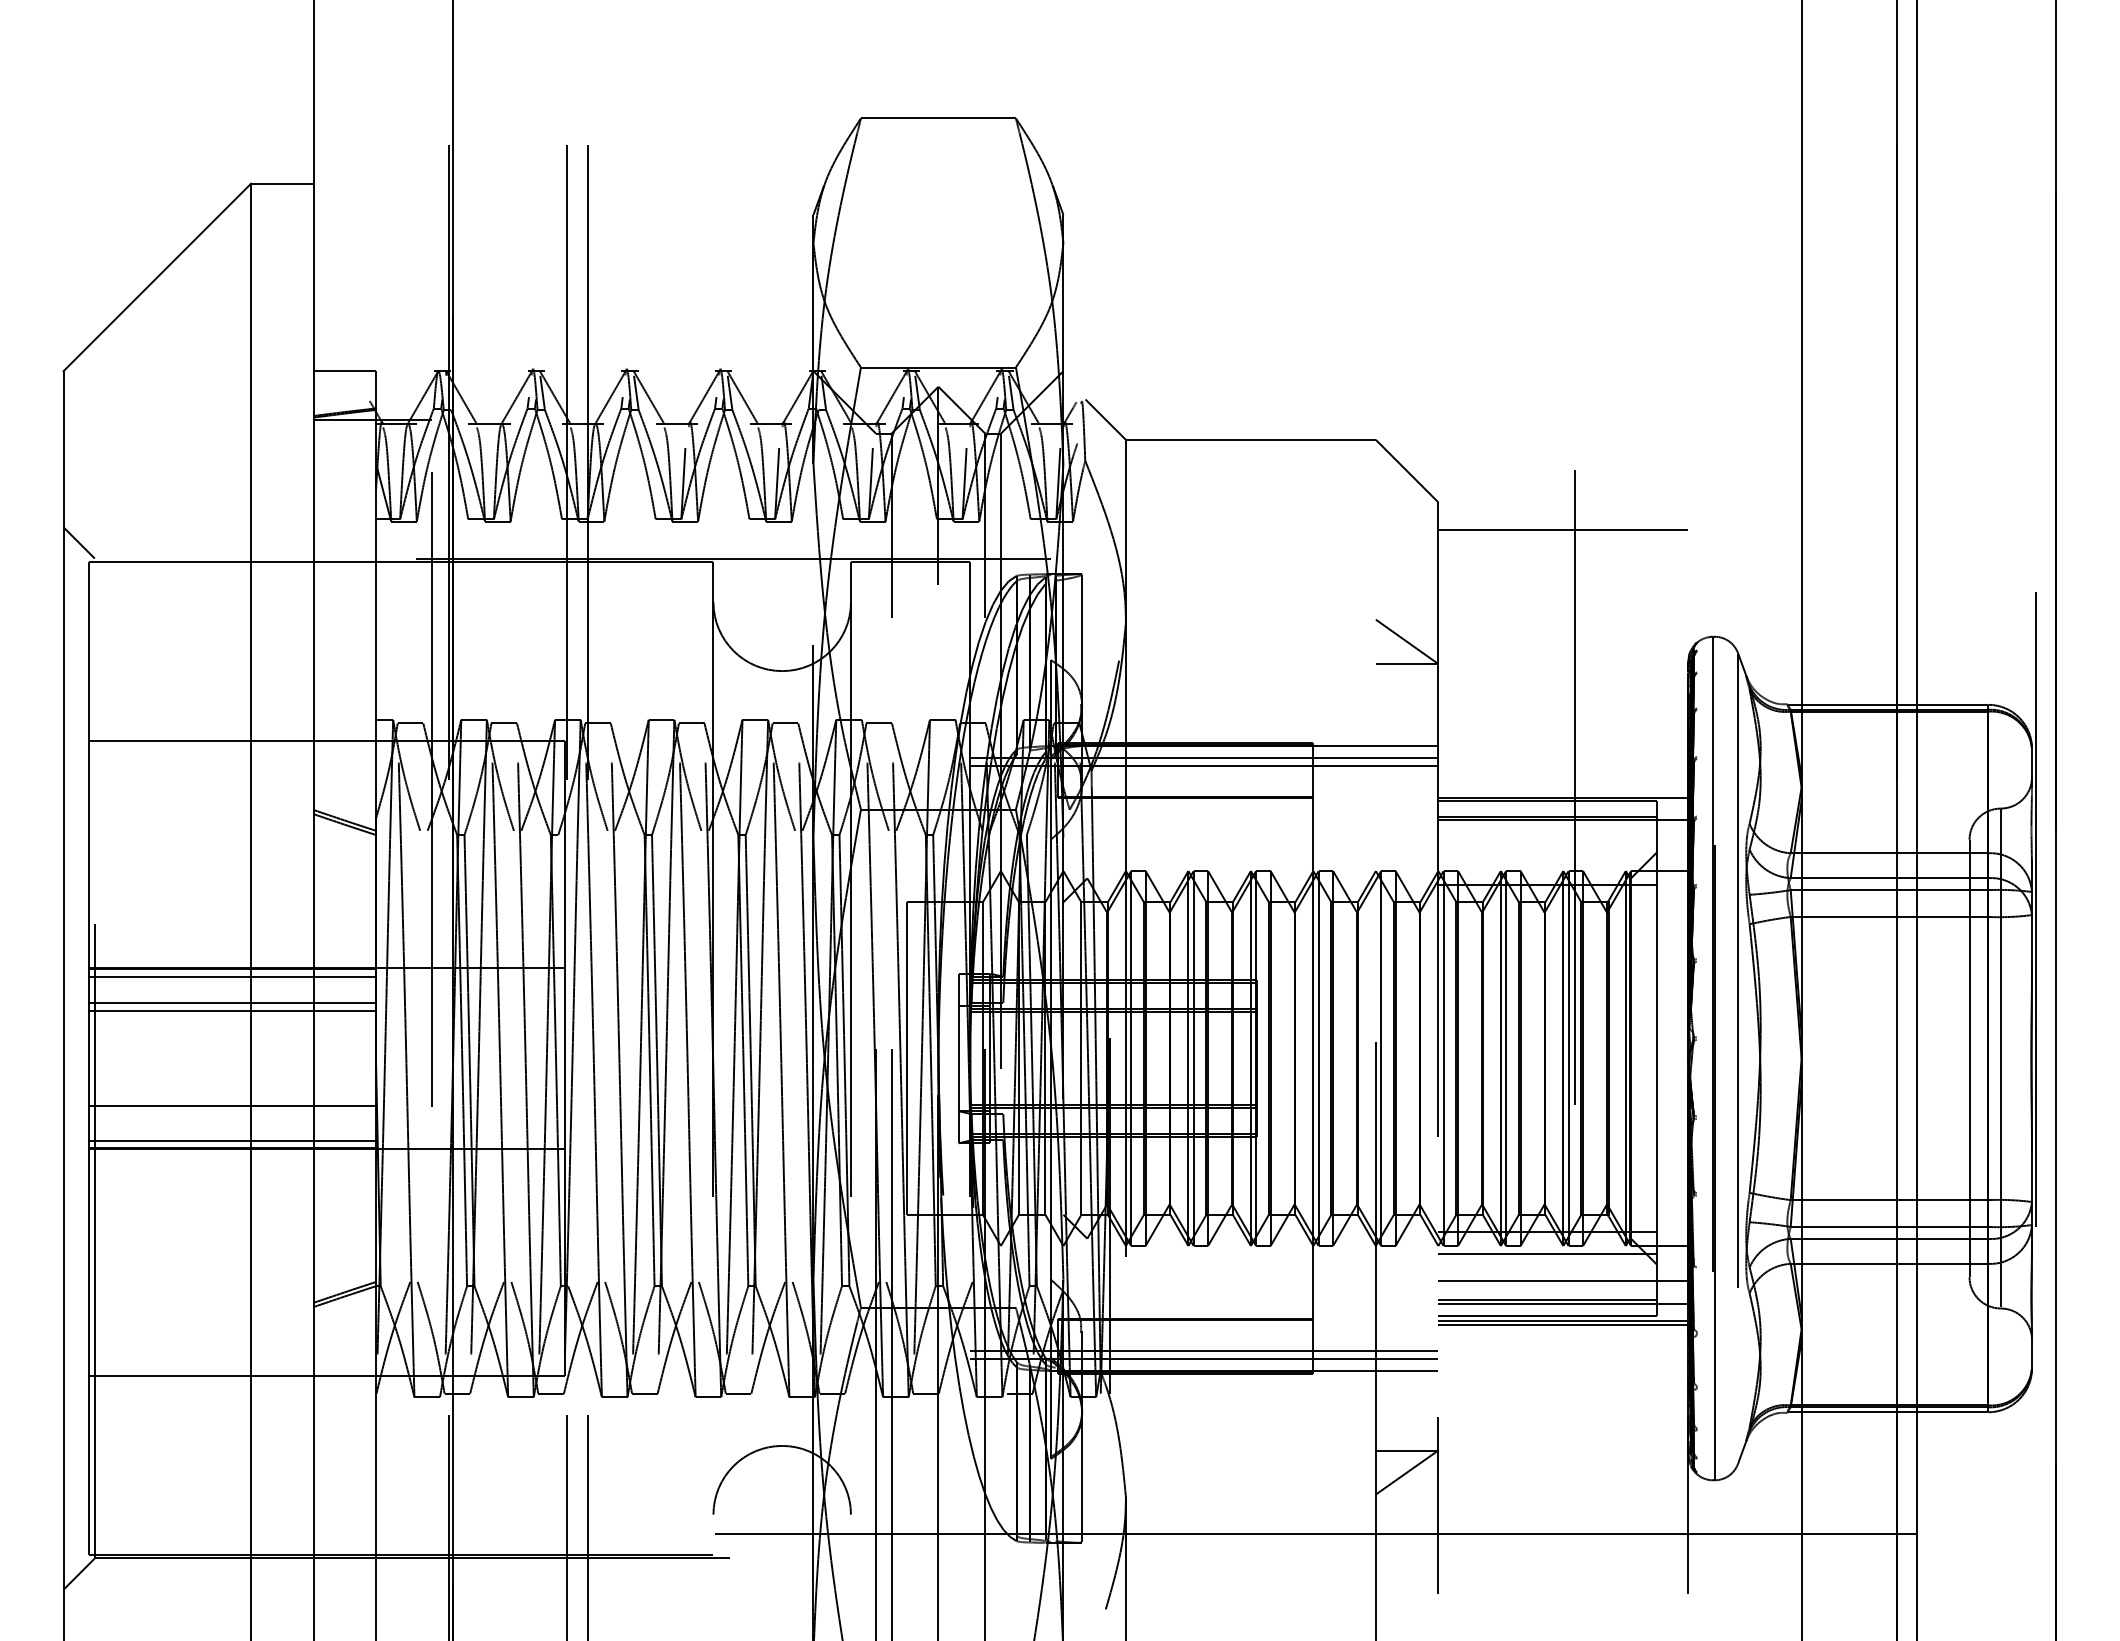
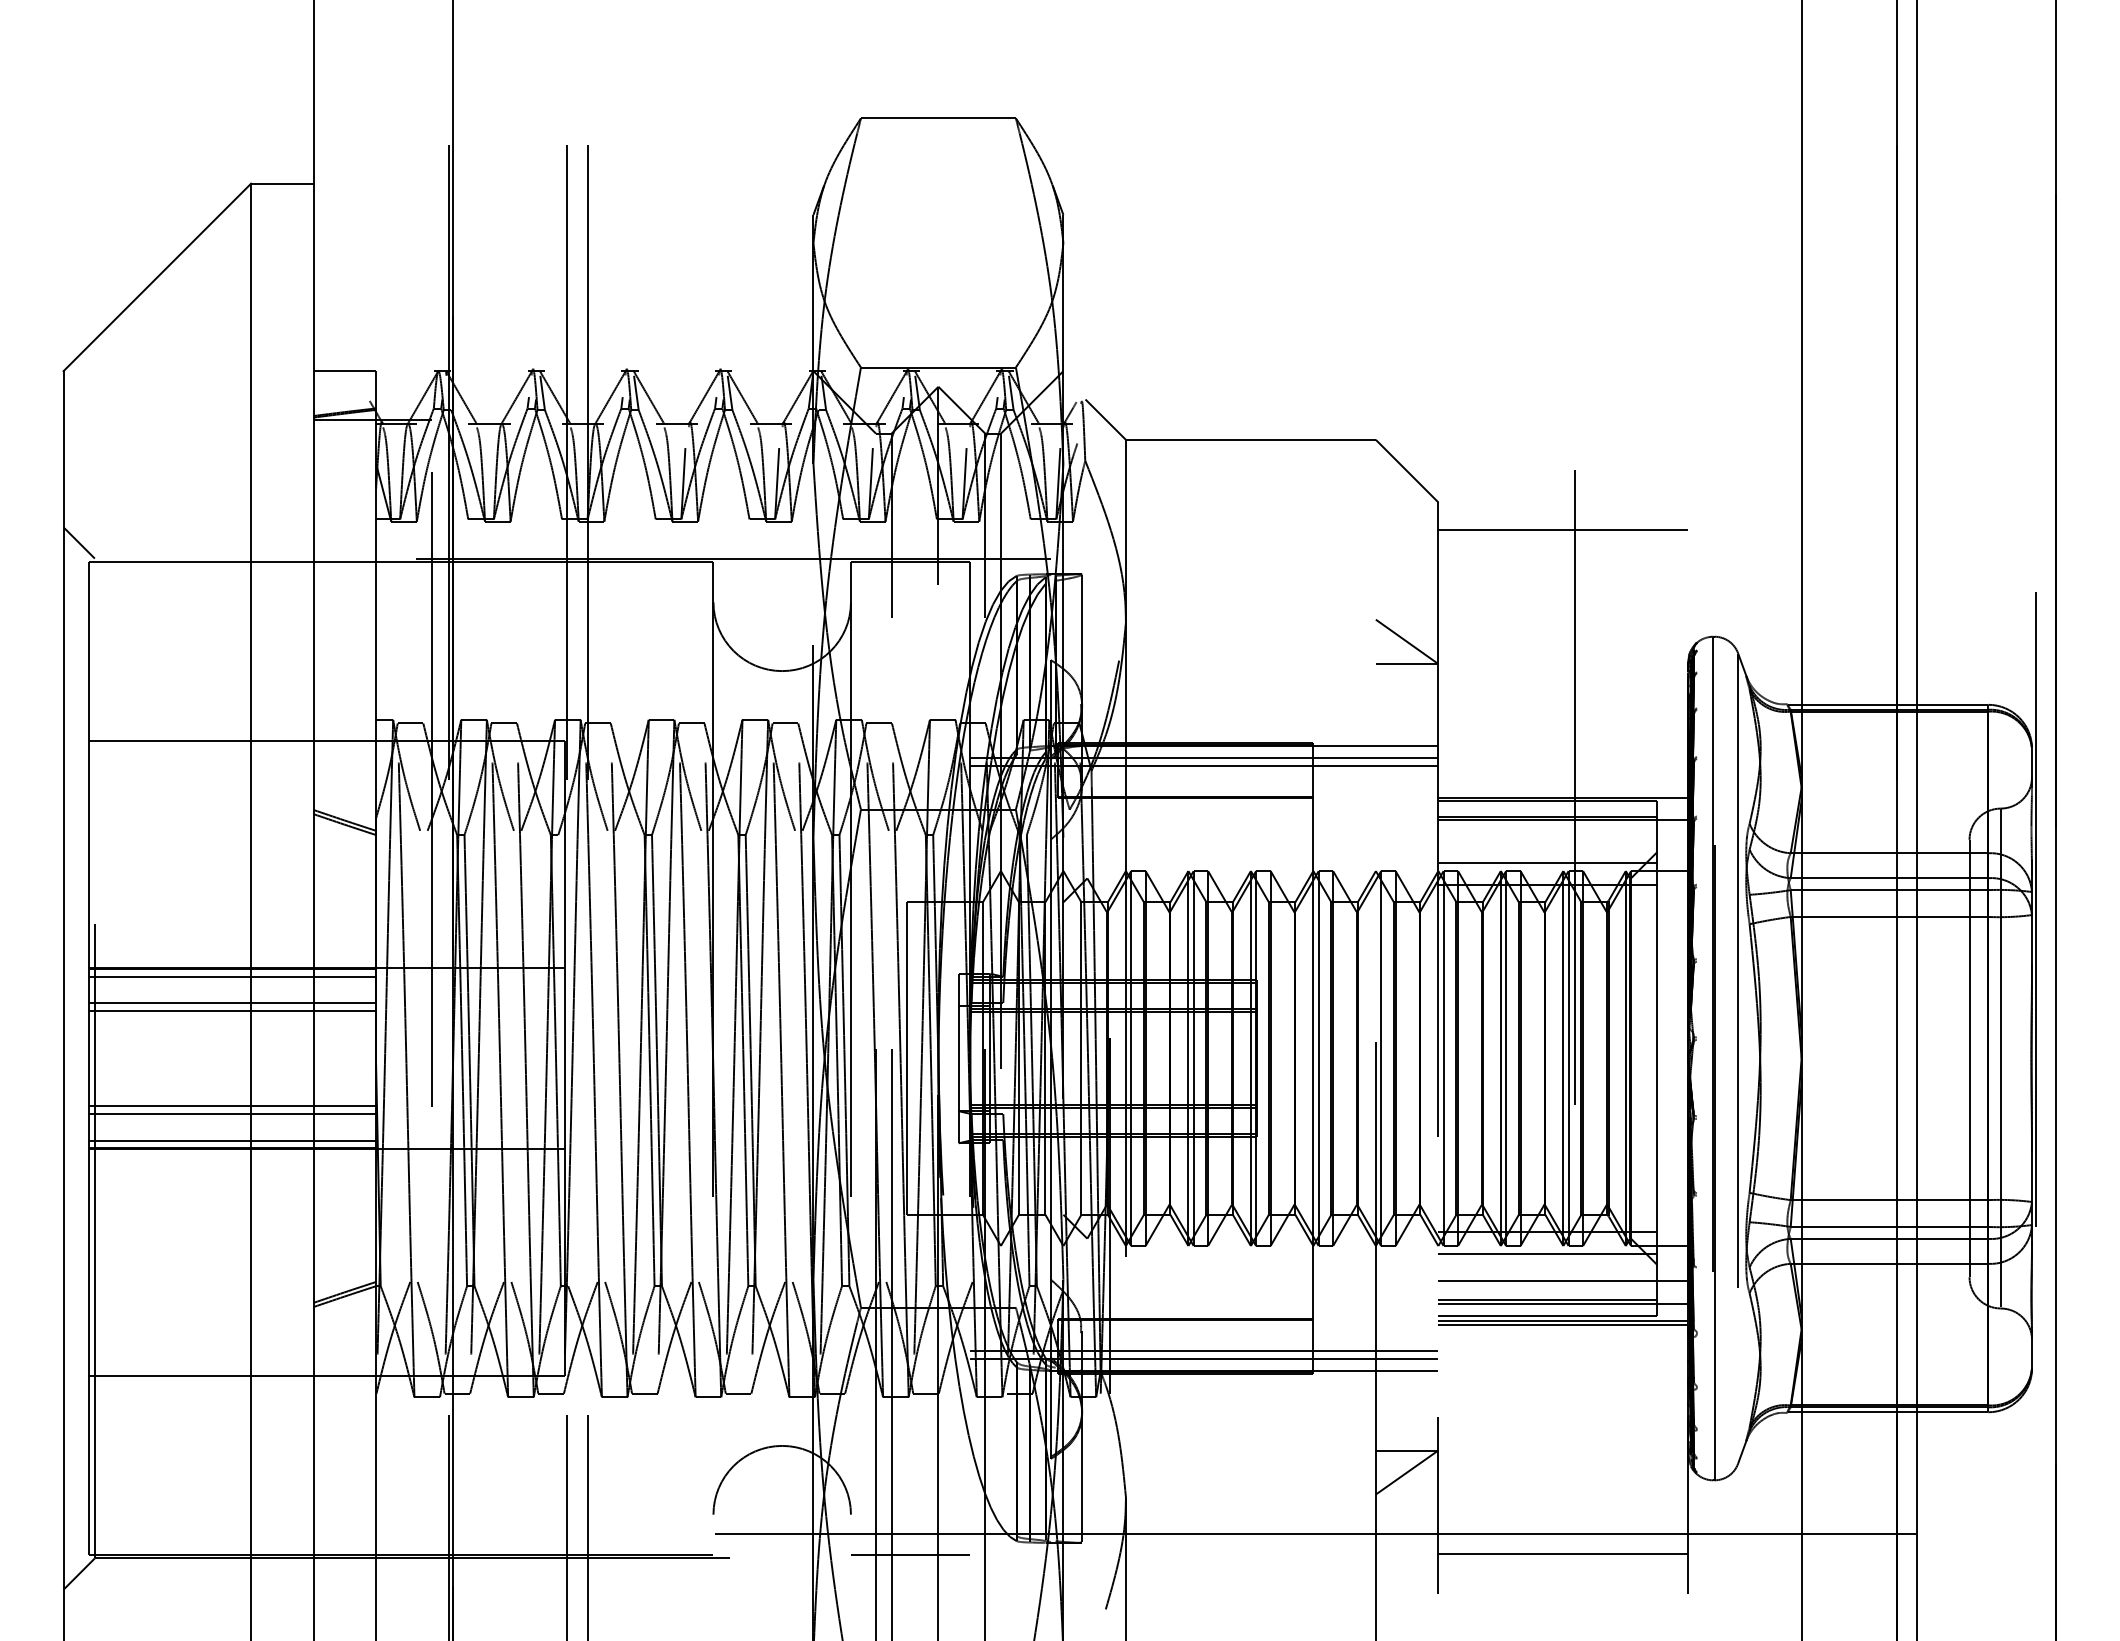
line at (1547, 863): none -> present
line at (232, 1113): none -> present
line at (1563, 1553): none -> present
line at (909, 1555): none -> present
